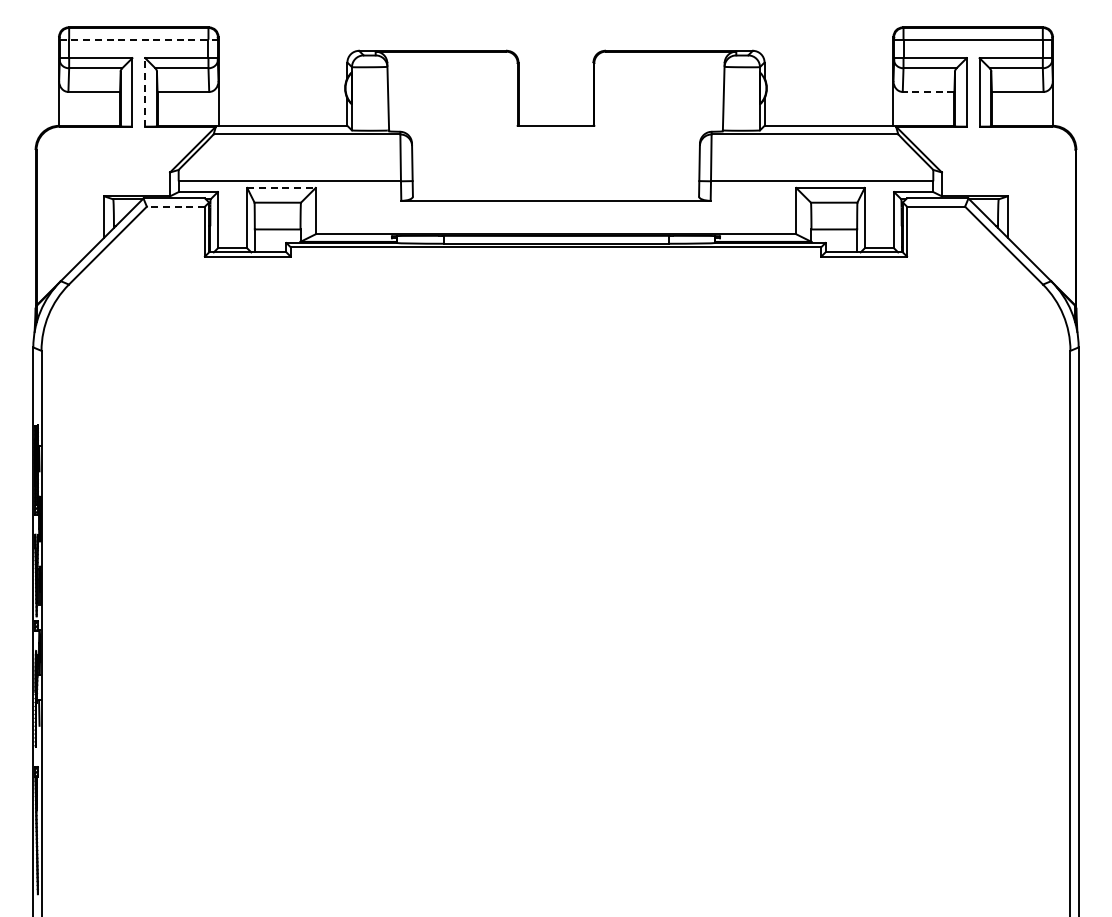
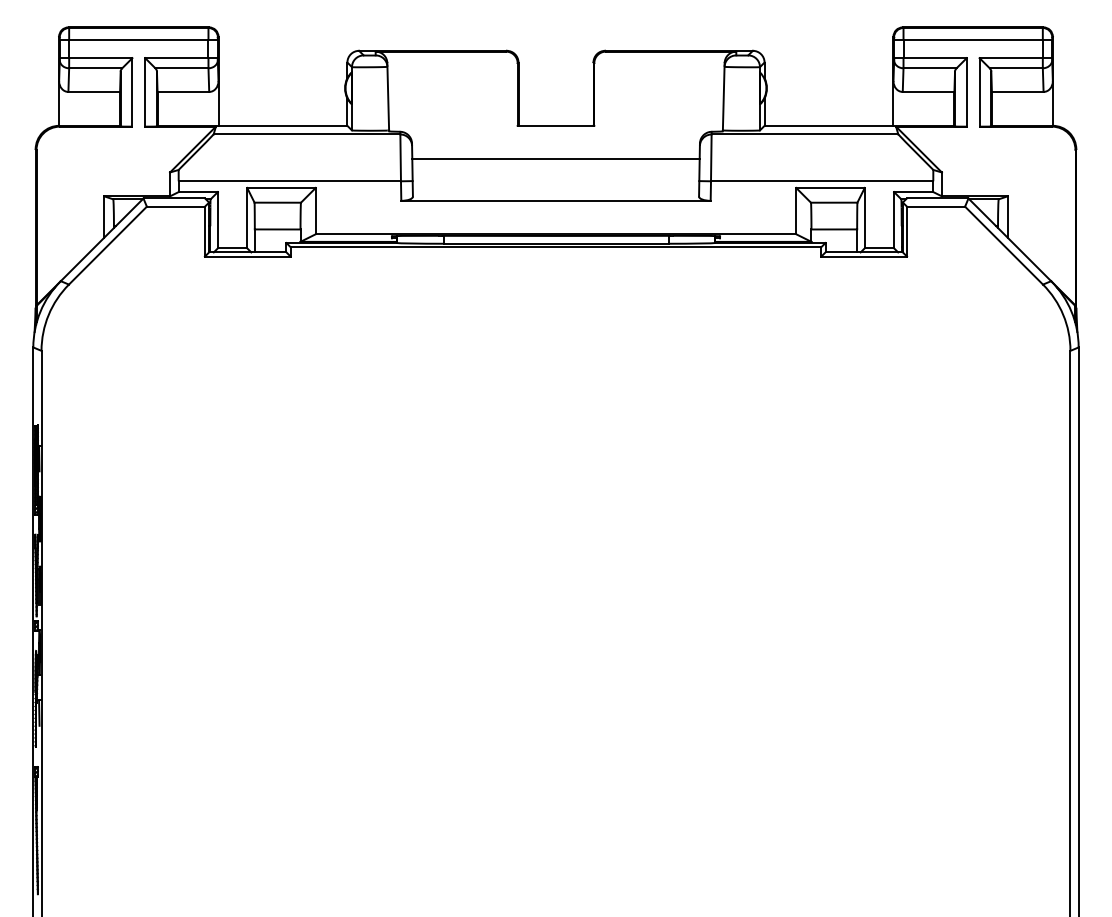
line at (139, 39): dashed -> solid
line at (145, 91): dashed -> solid
line at (928, 91): dashed -> solid
line at (555, 158): none -> present
line at (282, 187): dashed -> solid
line at (175, 206): dashed -> solid
